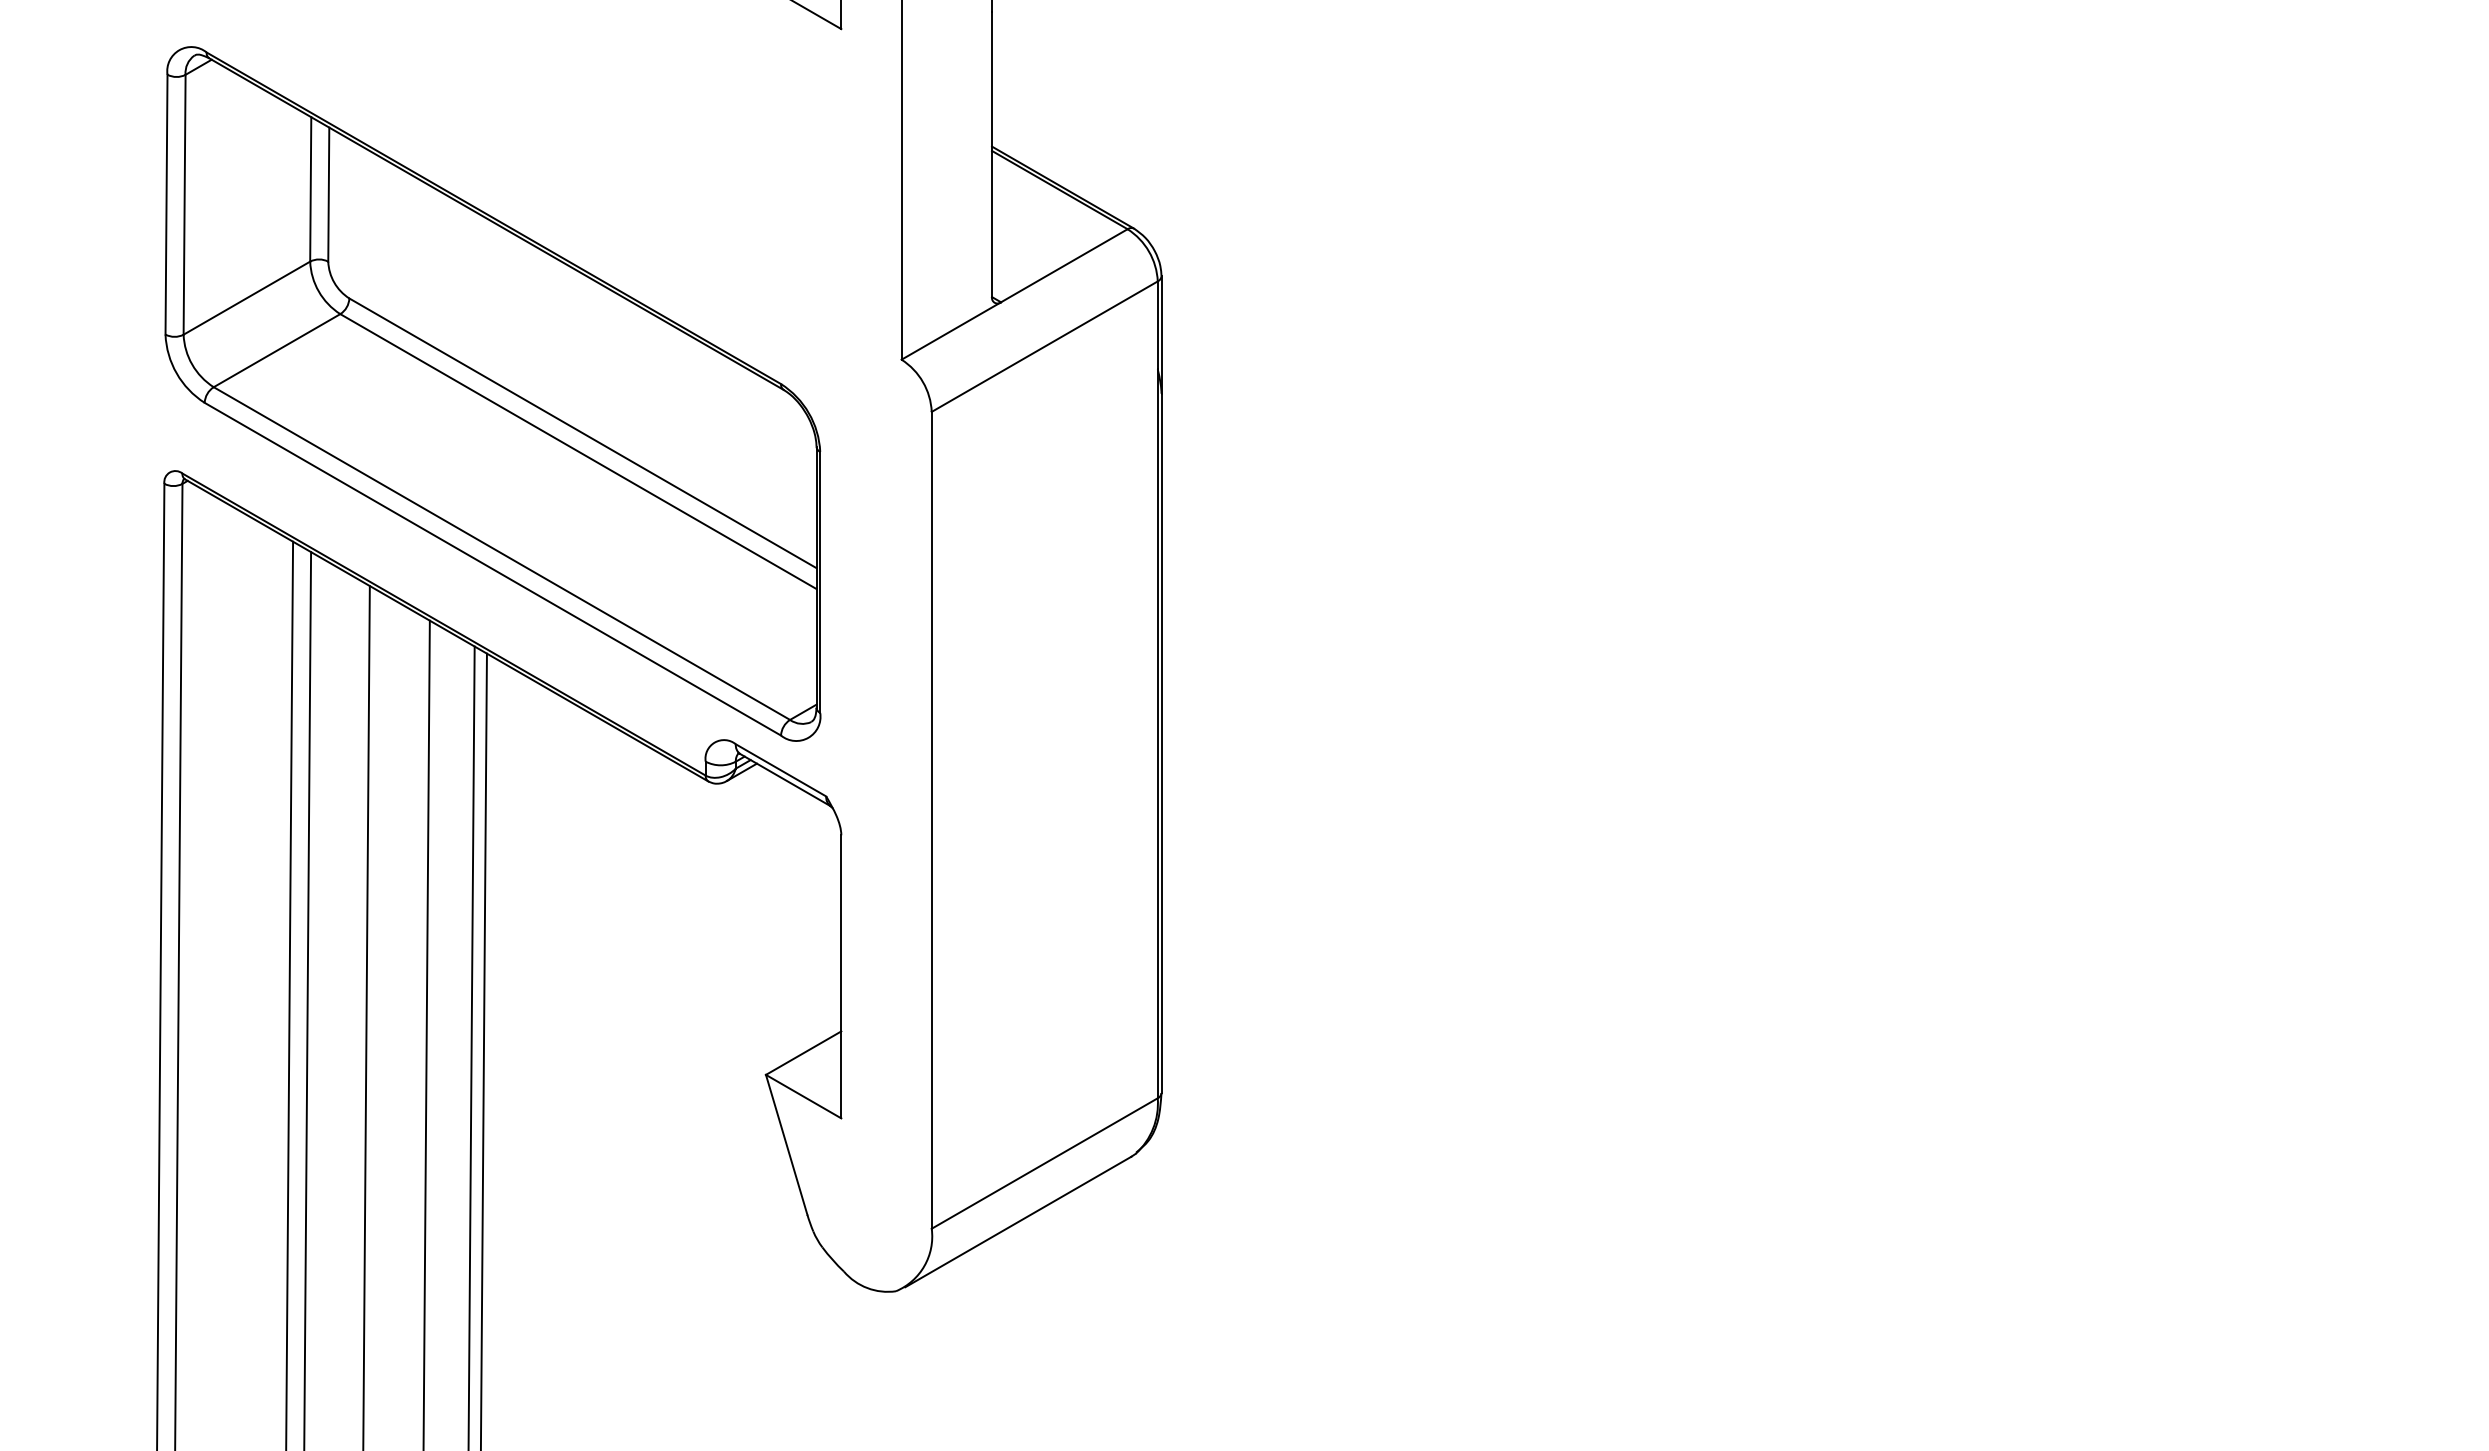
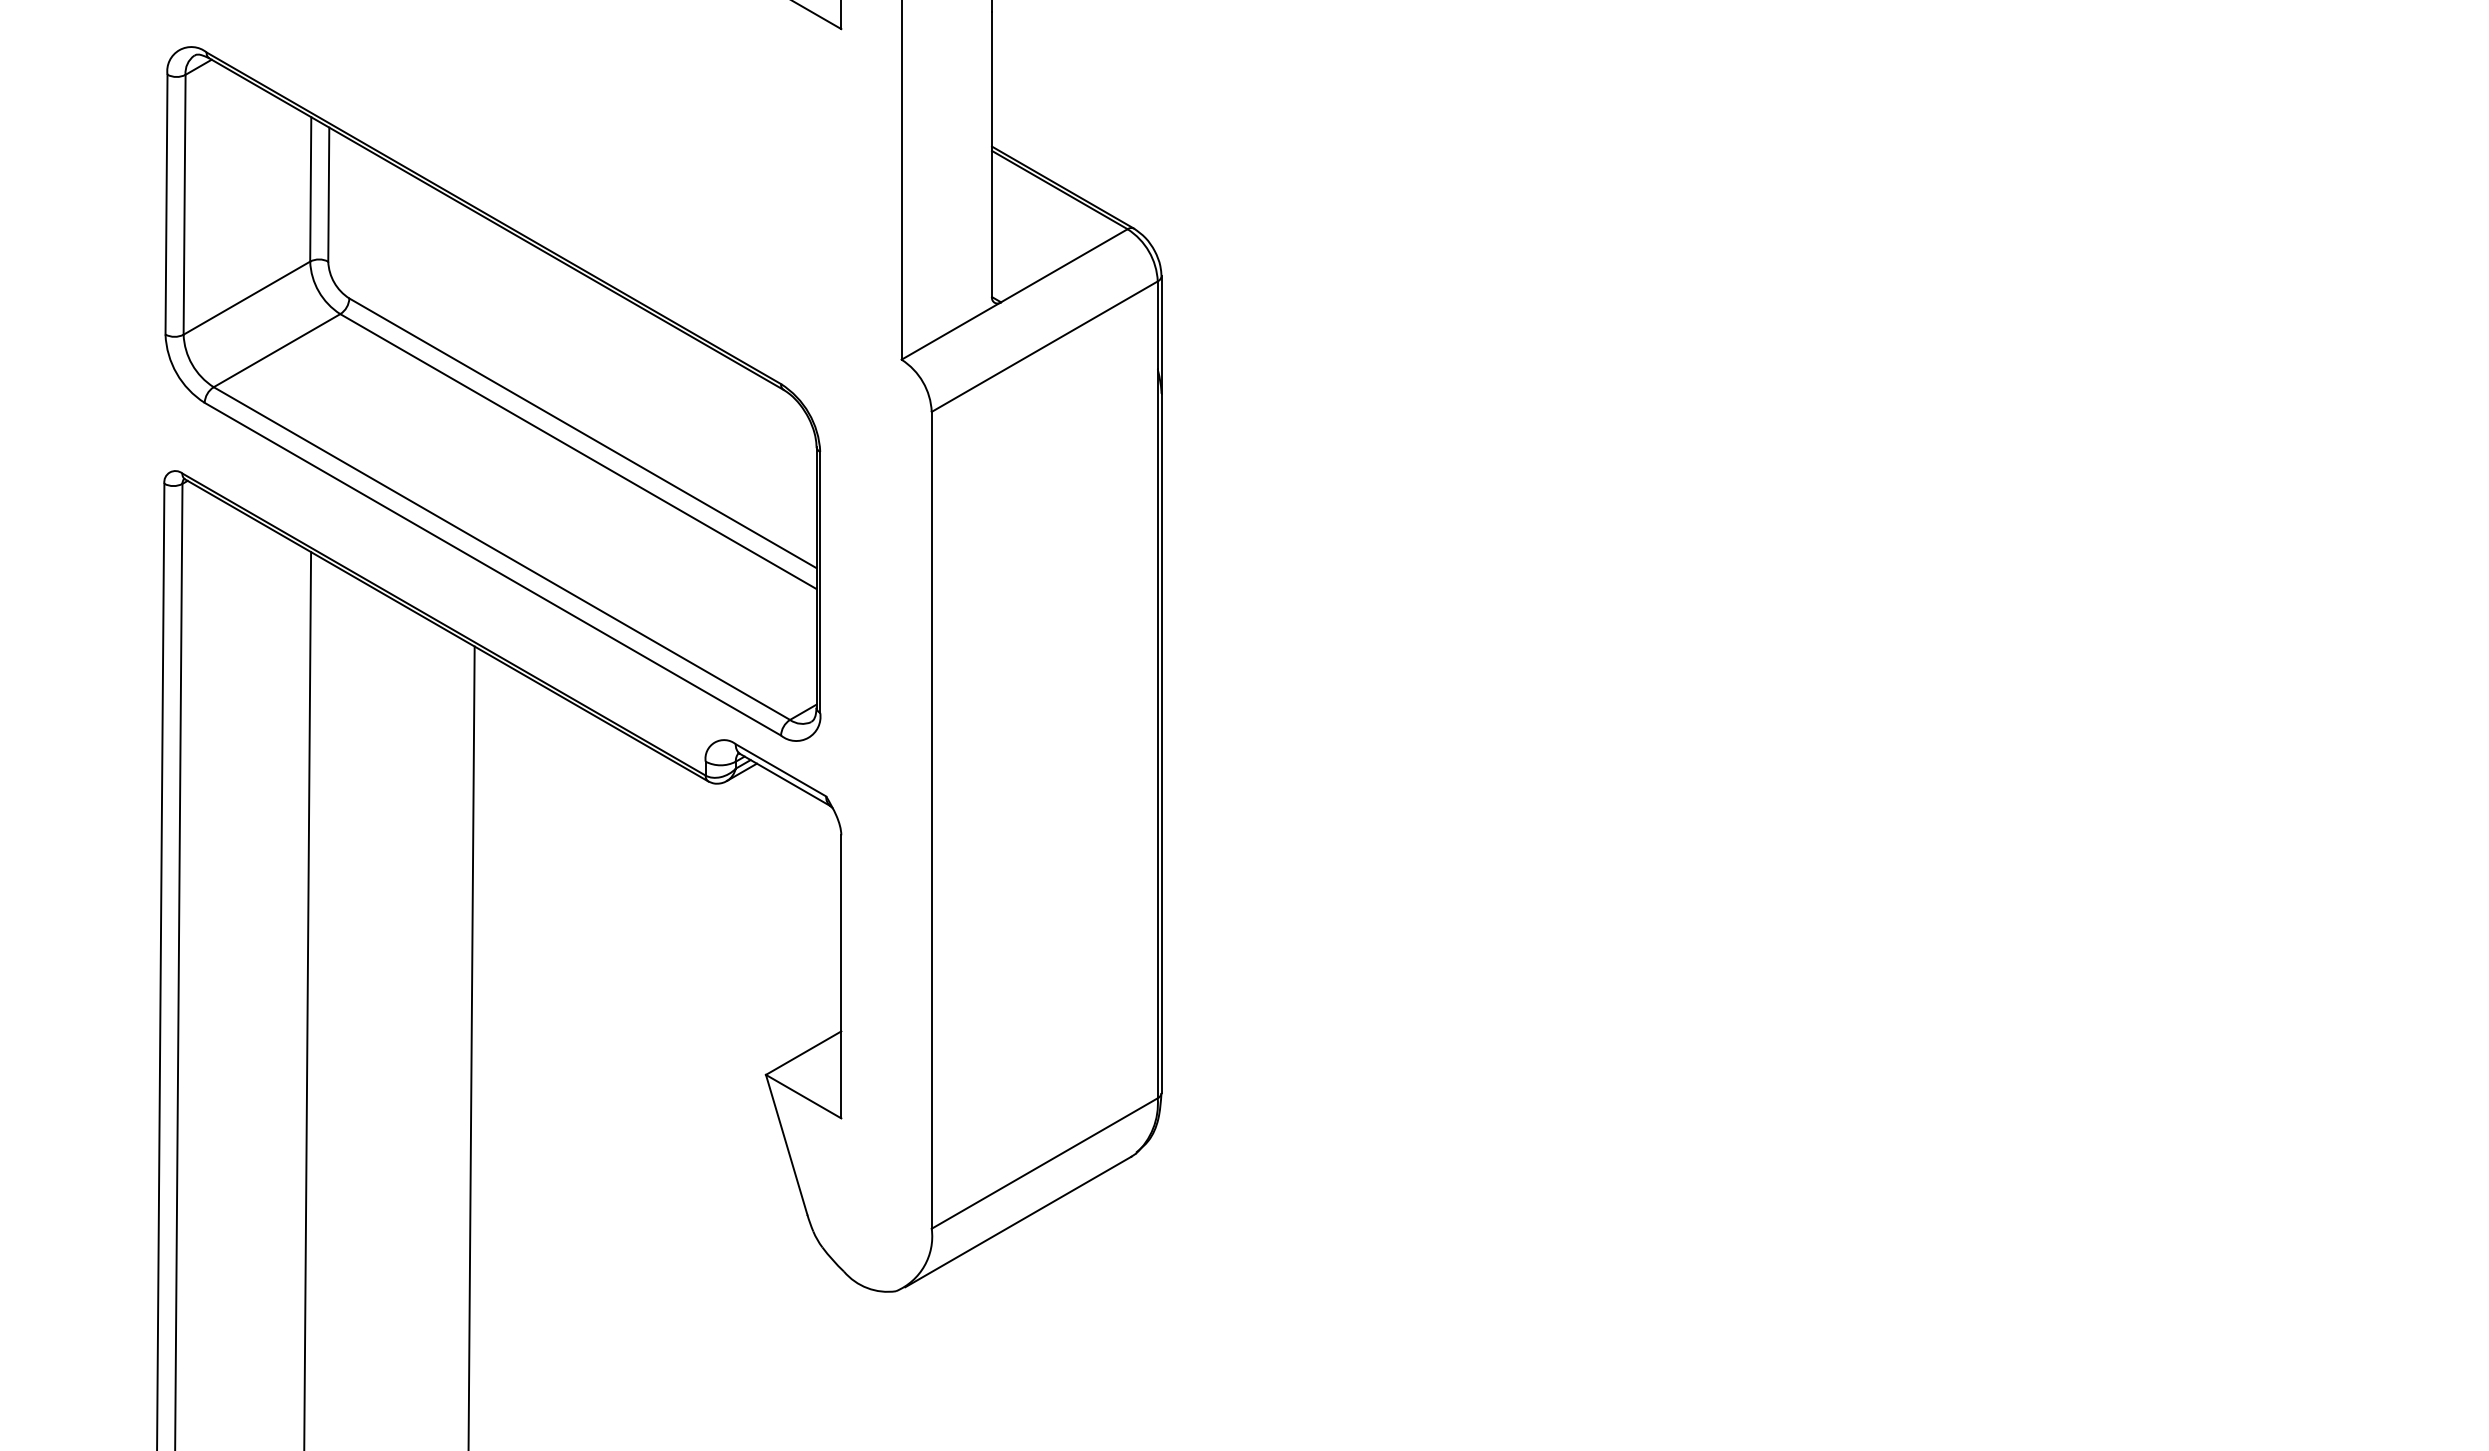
line at (289, 994): present -> none
line at (366, 1016): present -> none
line at (426, 1033): present -> none
line at (483, 1050): present -> none
